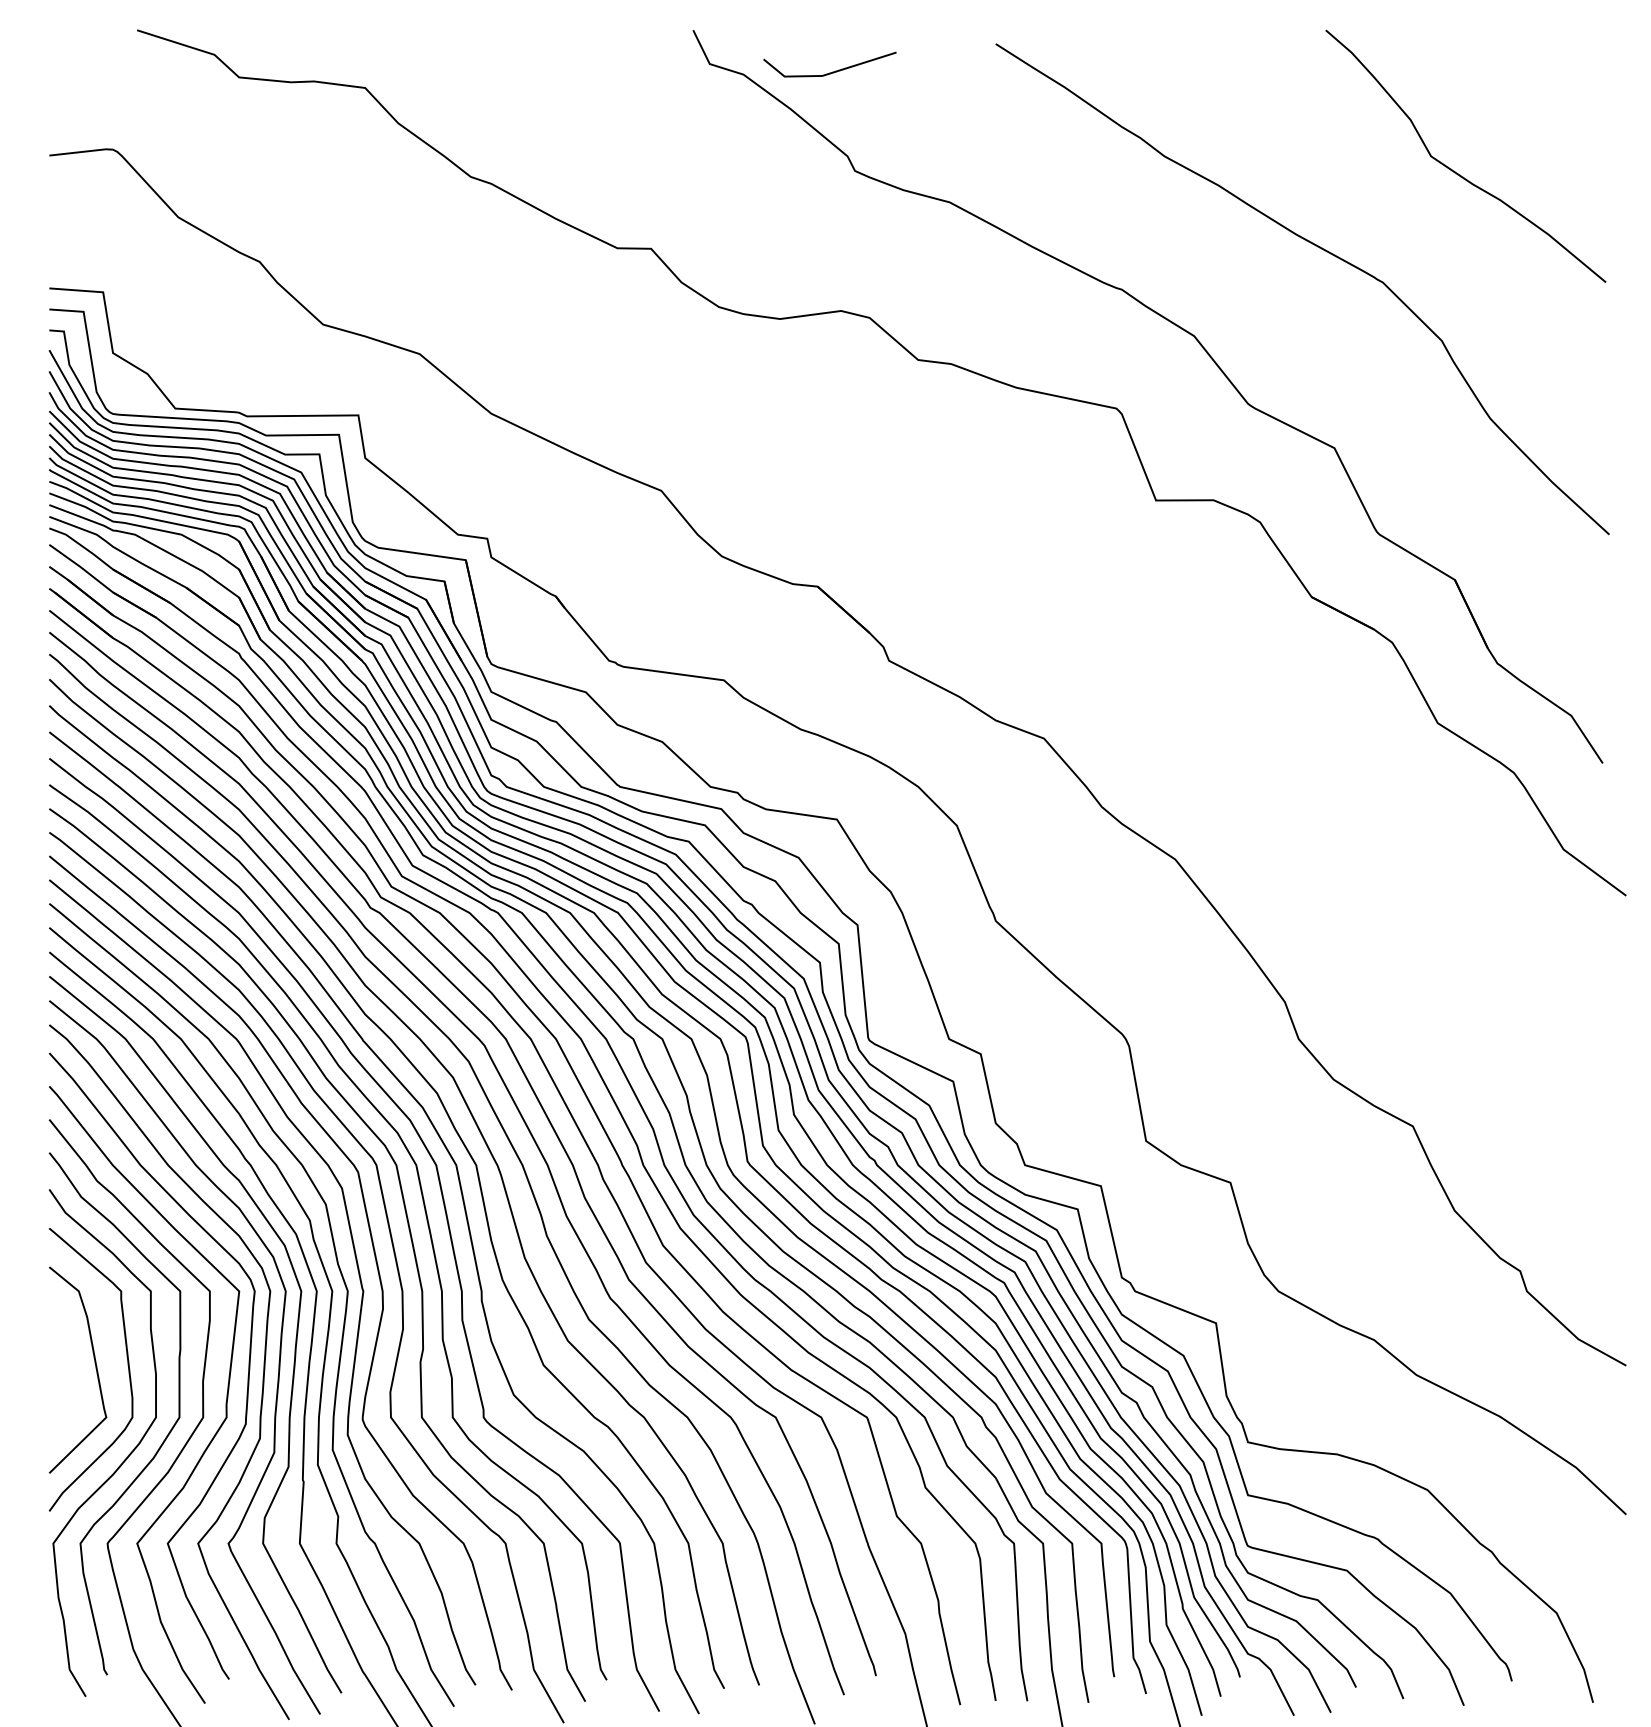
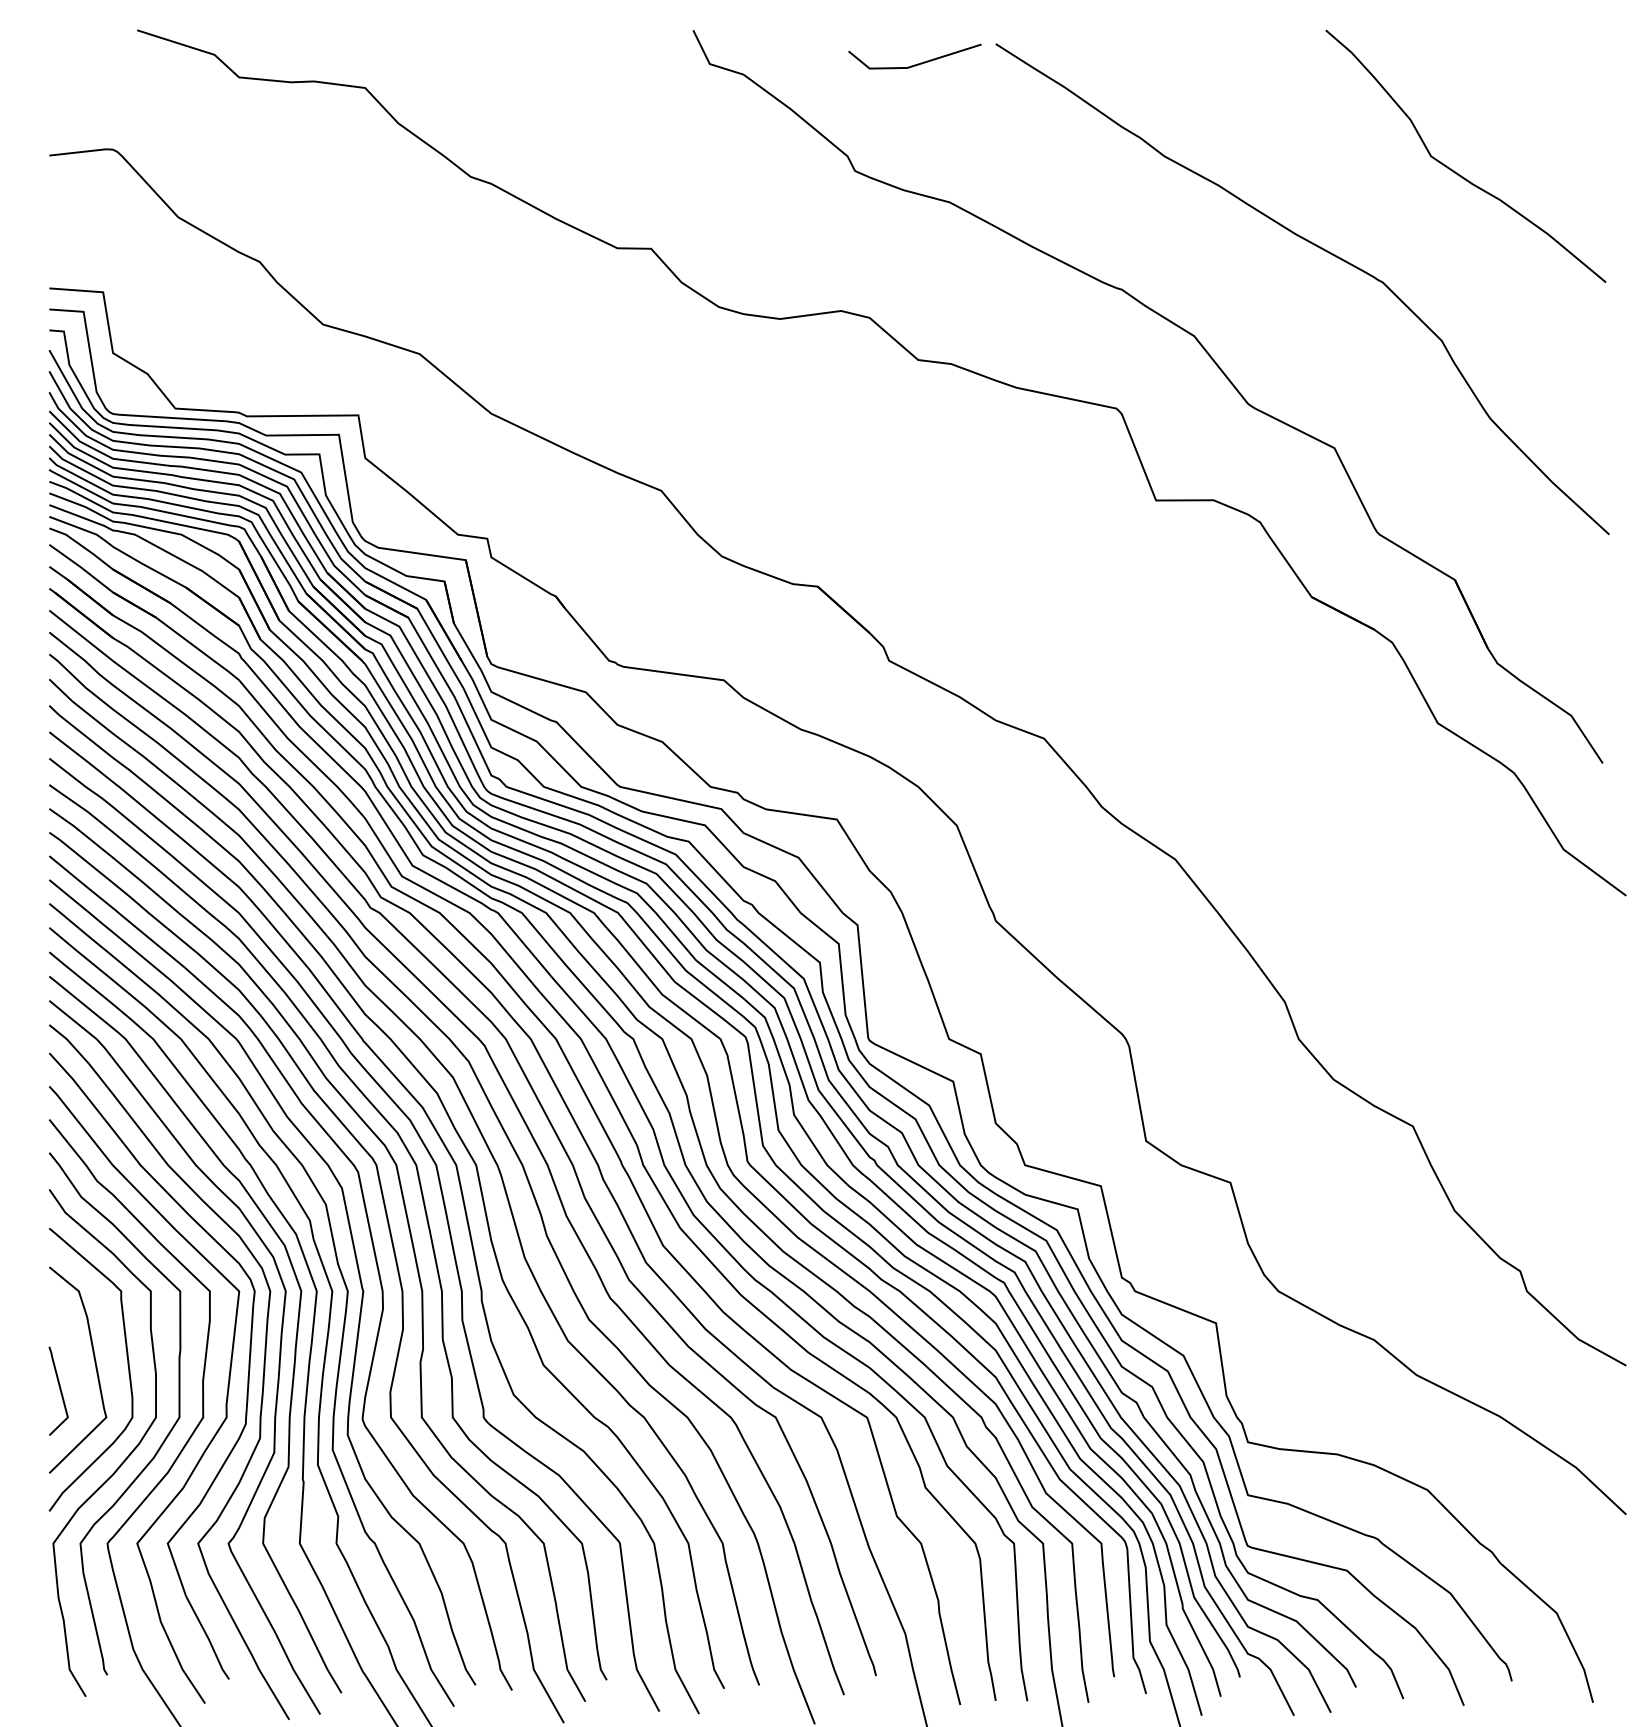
line at (832, 71) position: (832, 71) -> (917, 63)
line at (59, 1389): none -> present
